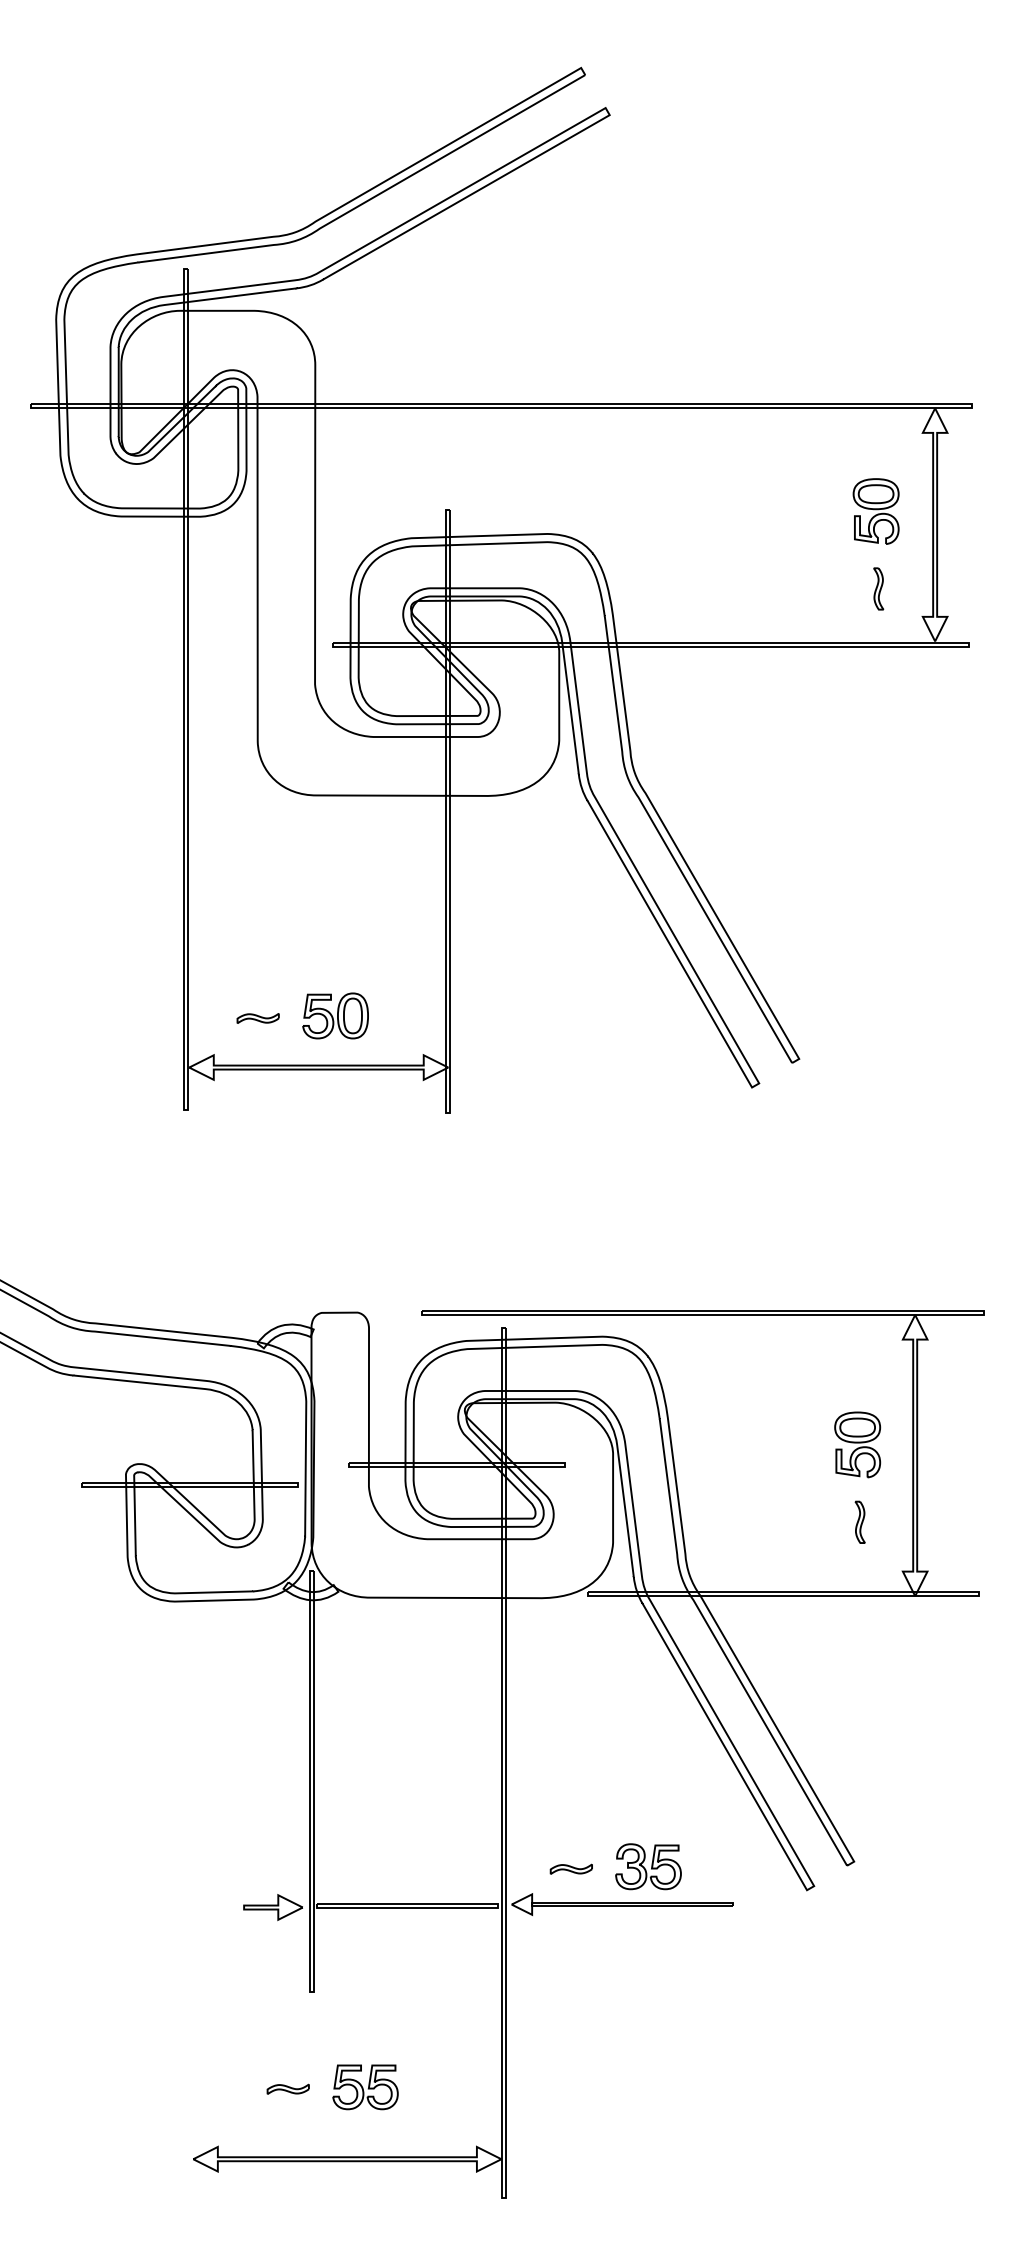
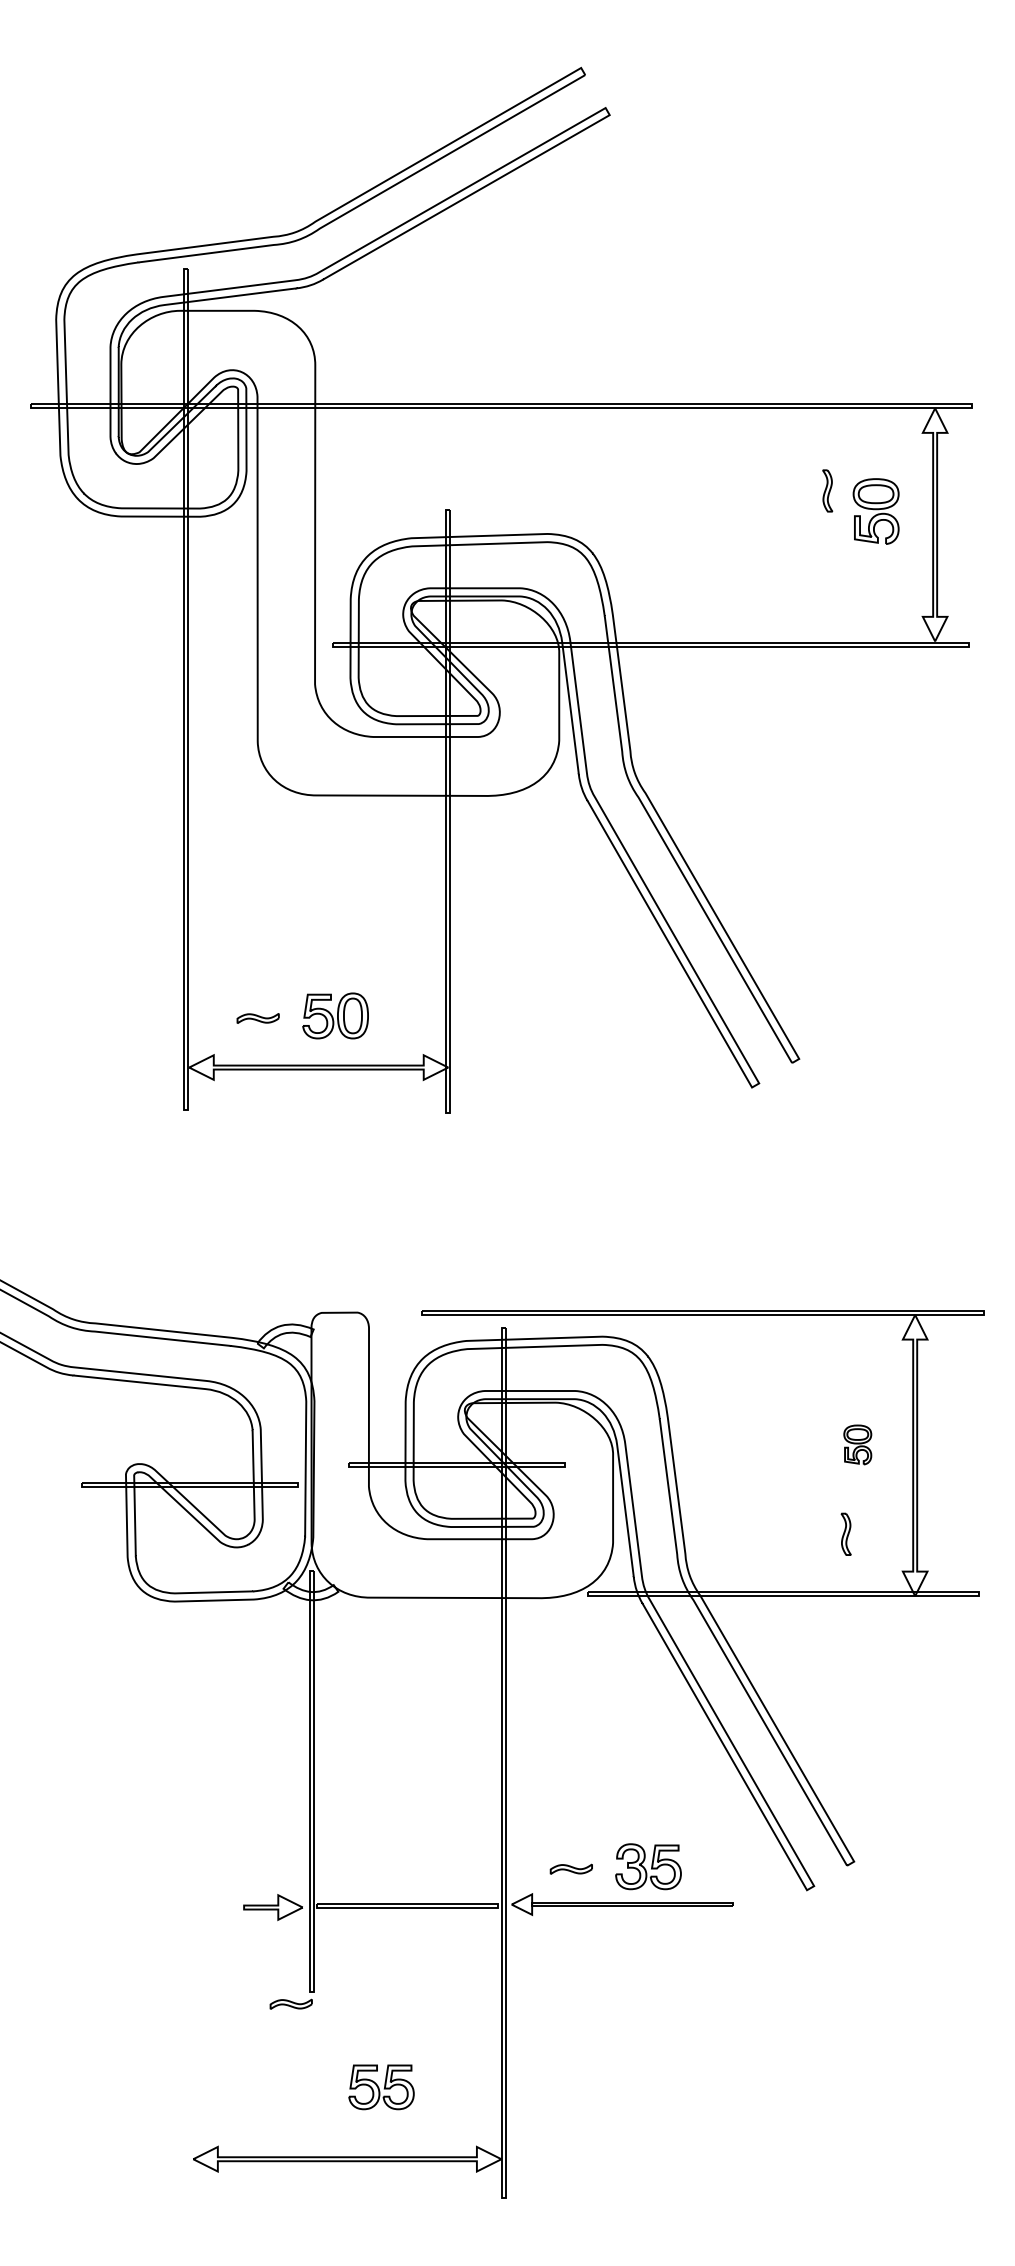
part at (878, 588) position: (878, 588) -> (827, 490)
part at (857, 1444) size: 48x68 px -> 30x42 px
part at (859, 1521) position: (859, 1521) -> (845, 1533)
part at (365, 2087) position: (365, 2087) -> (381, 2087)
part at (287, 2088) position: (287, 2088) -> (290, 2003)
